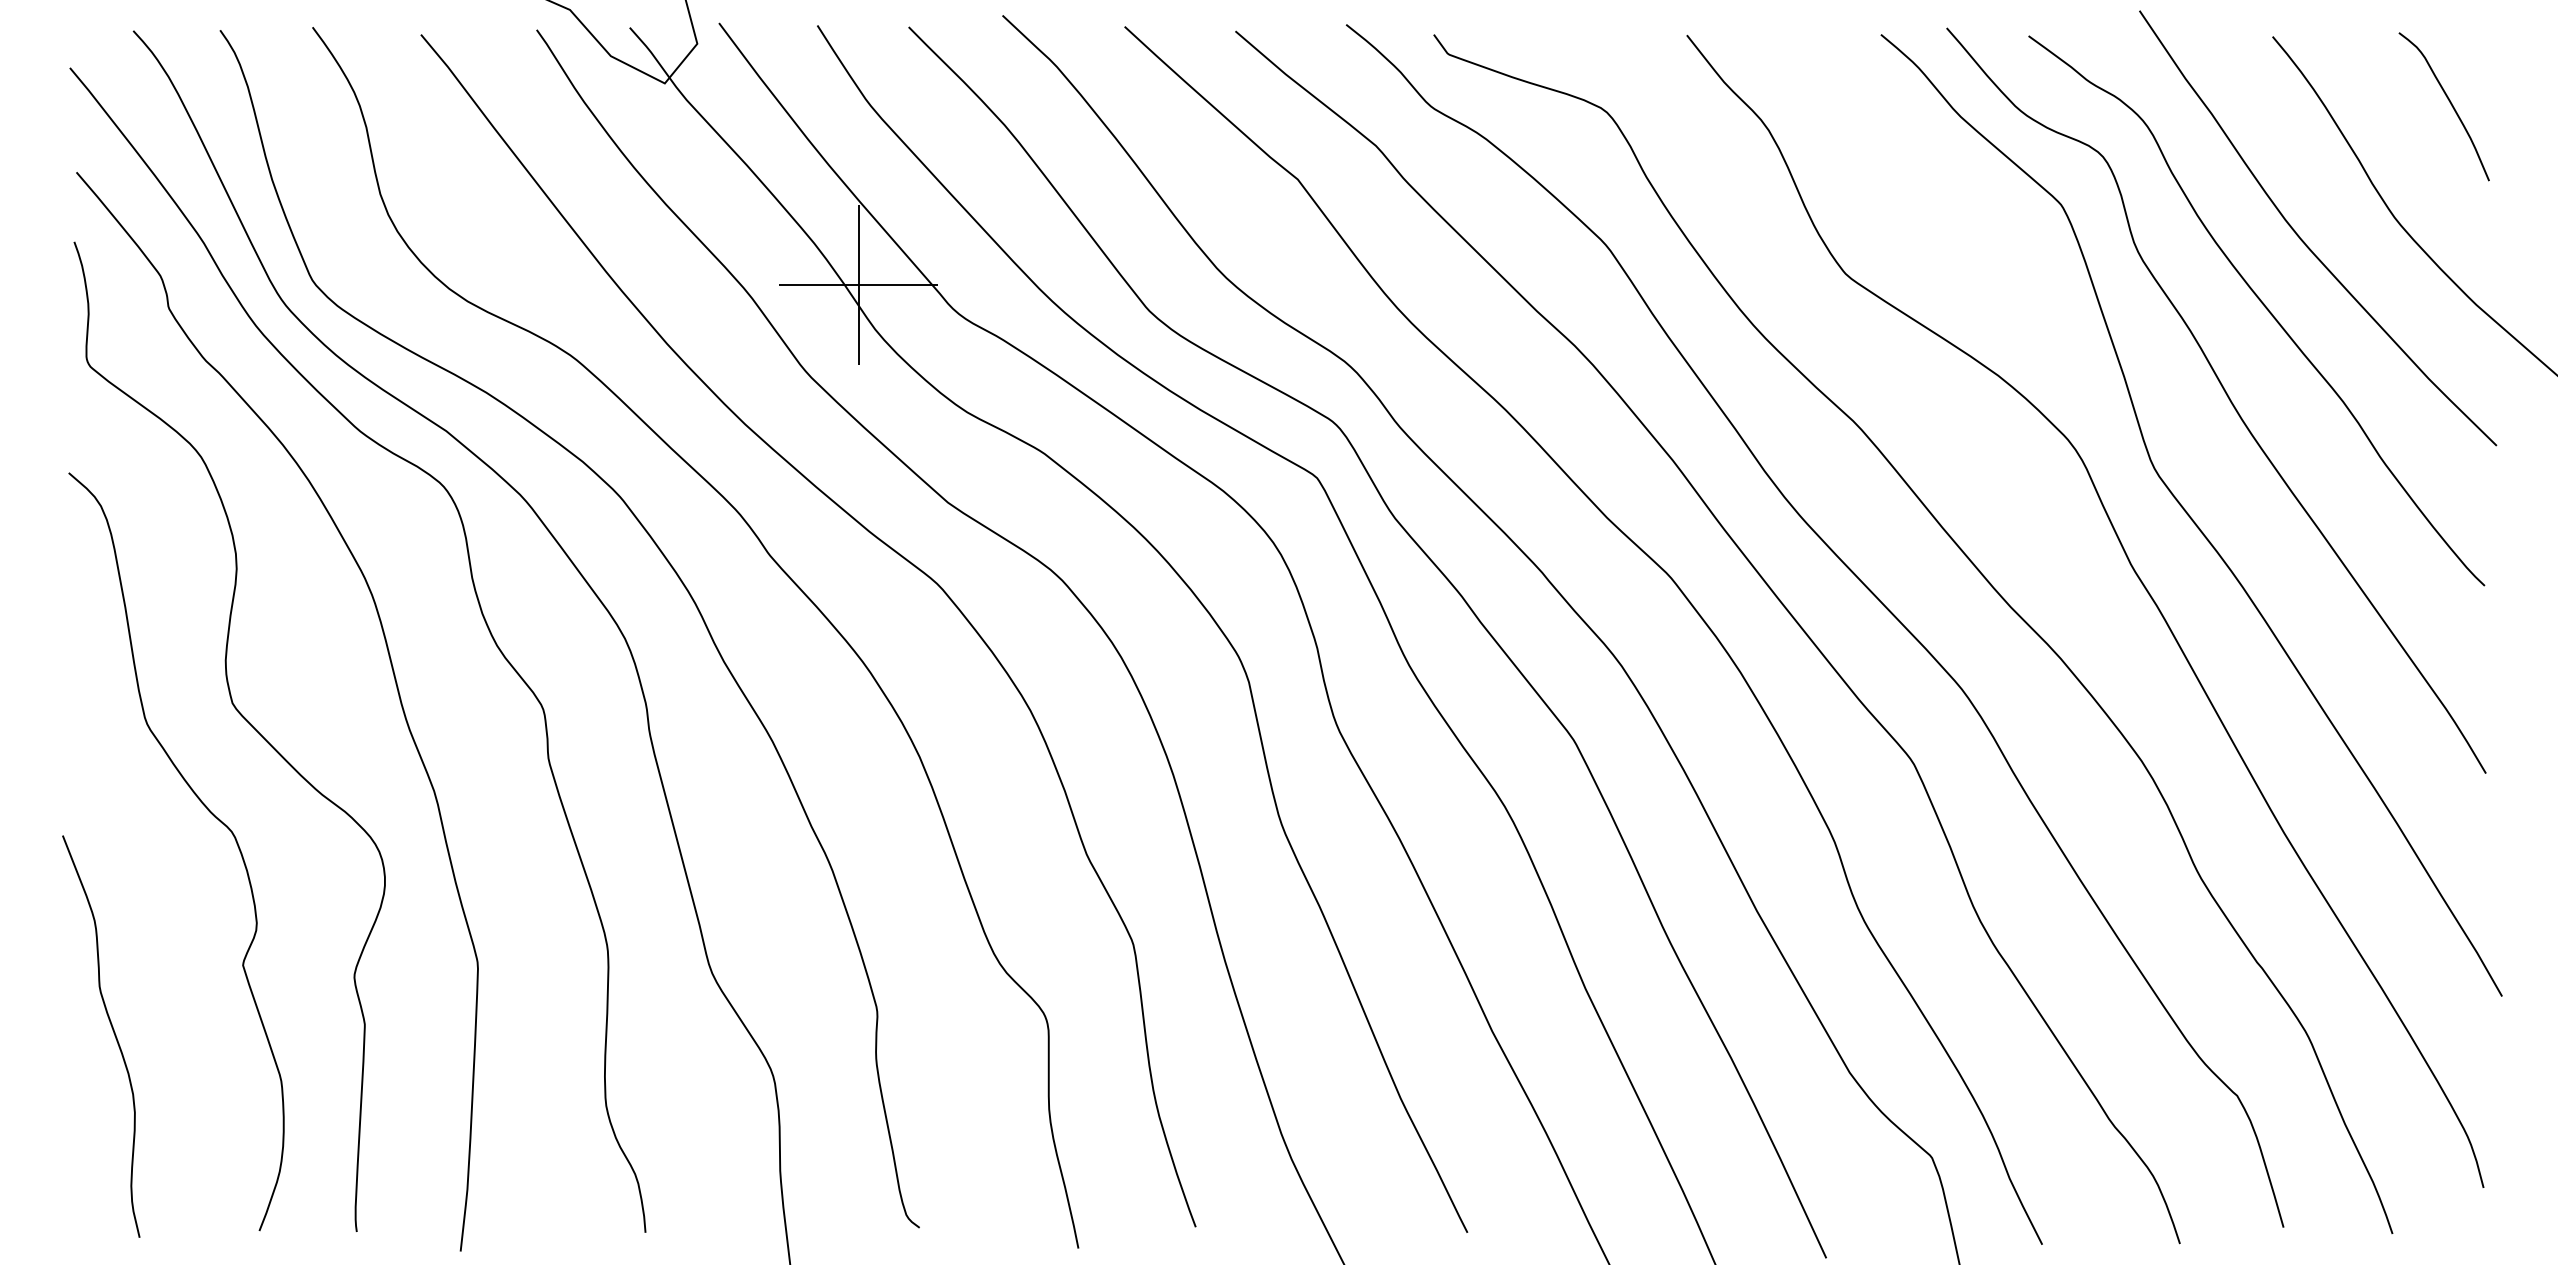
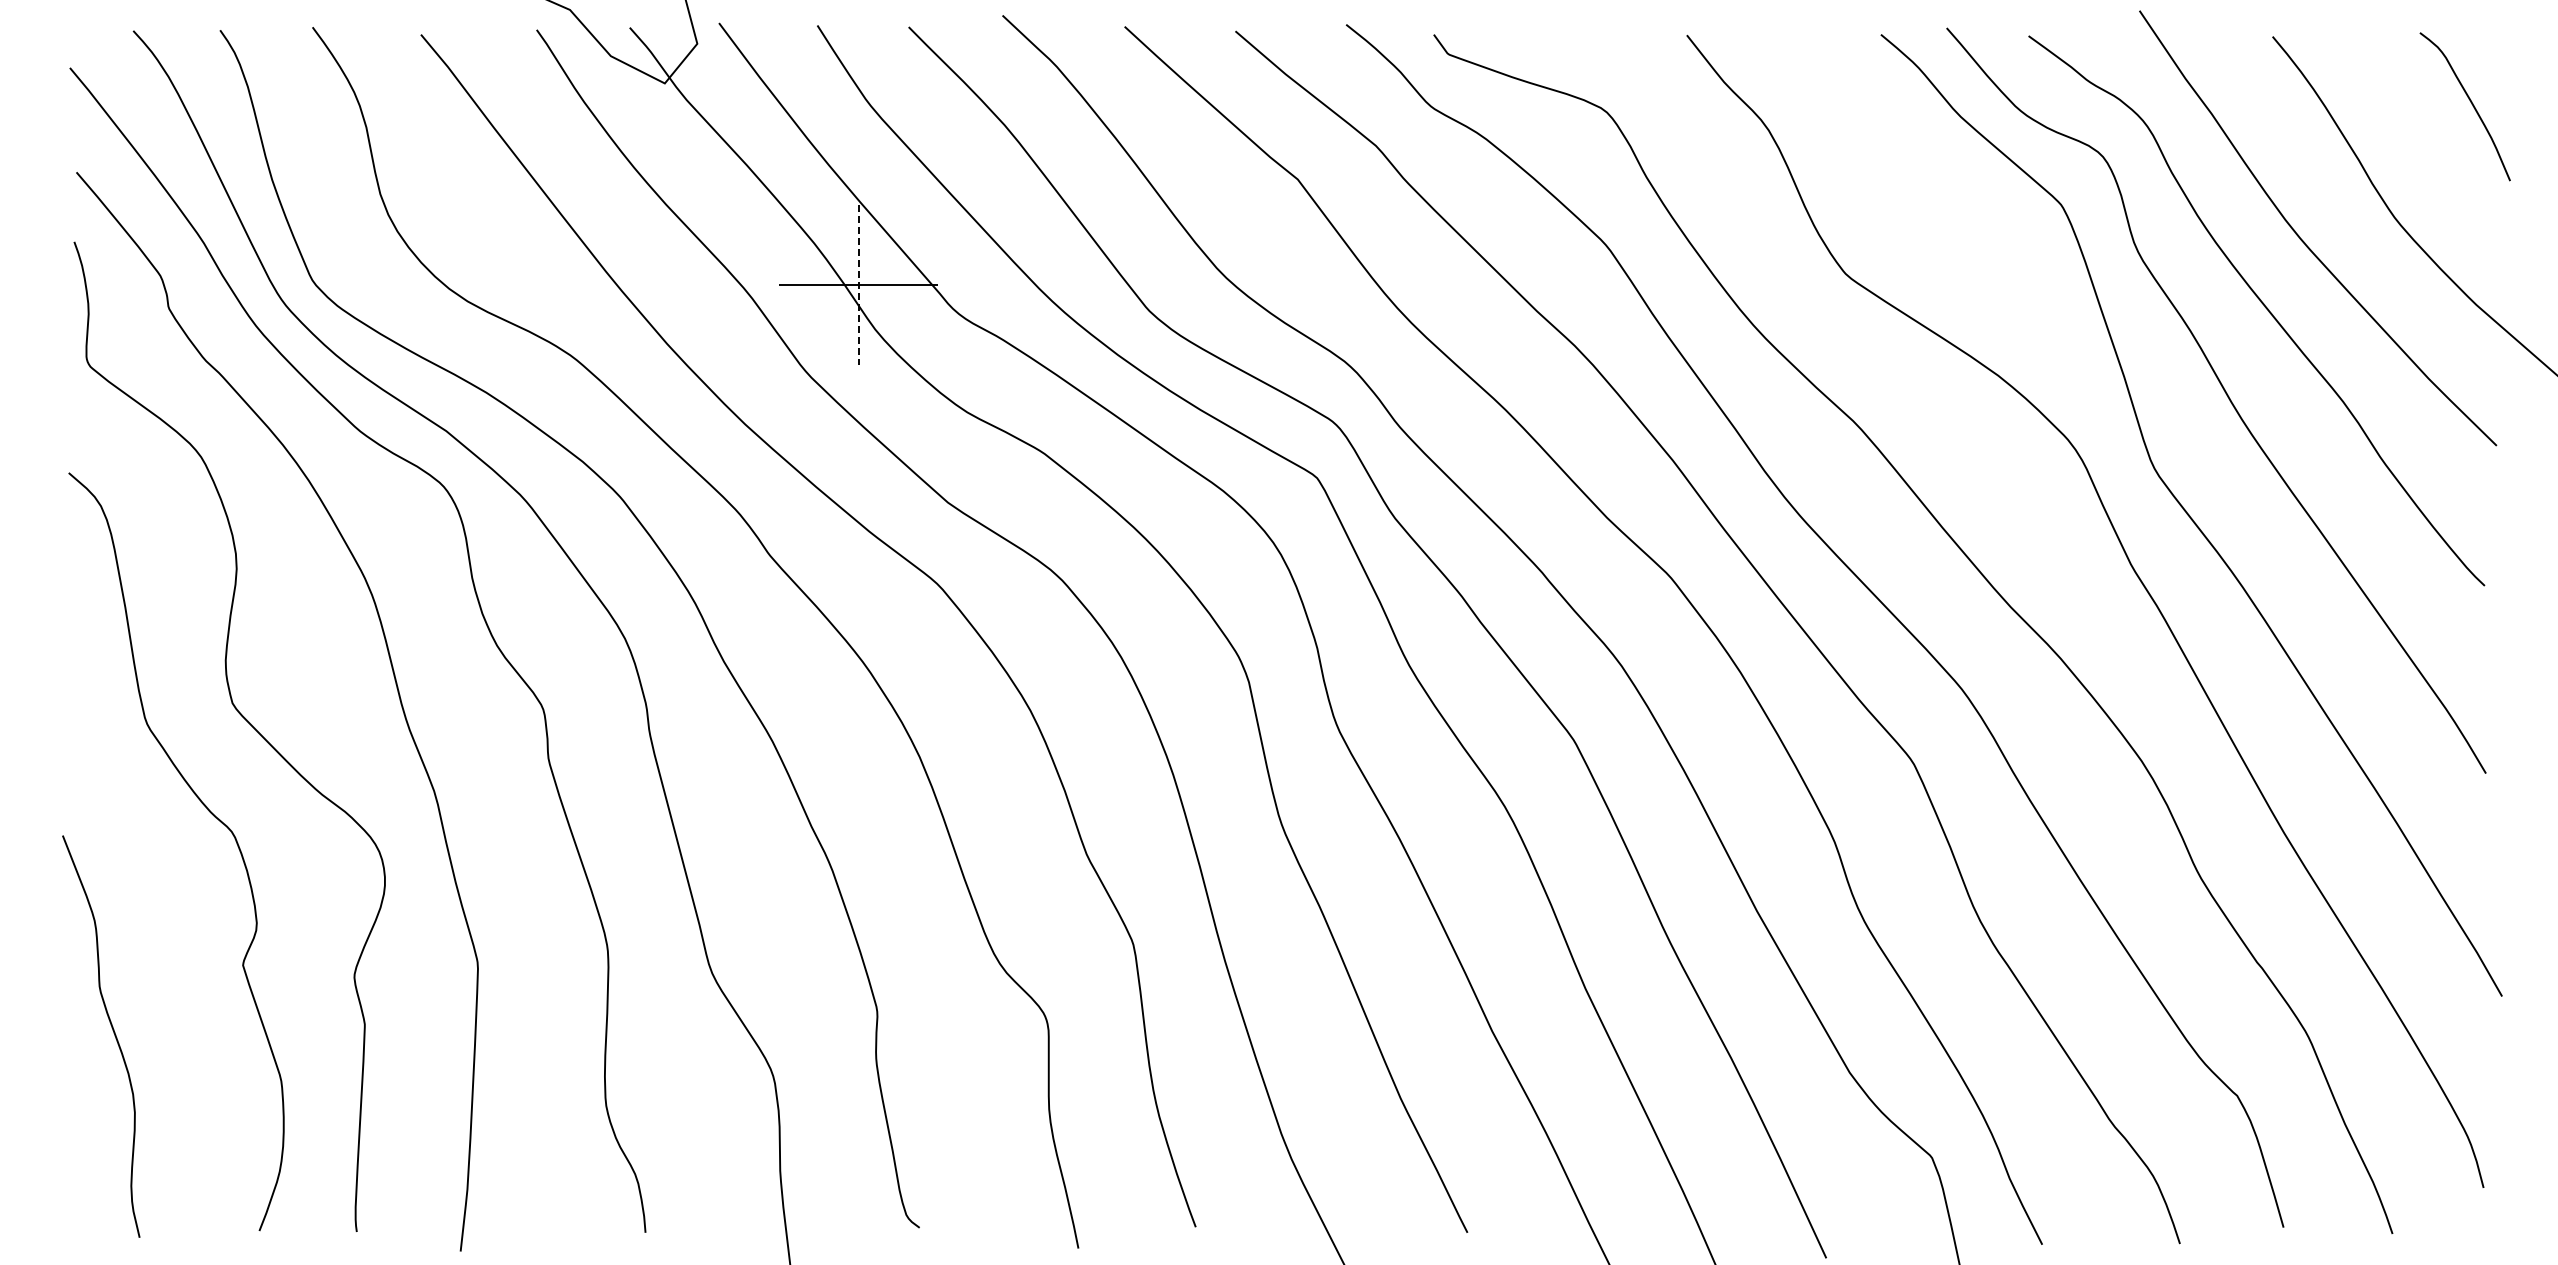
curve at (2449, 102) position: (2449, 102) -> (2470, 102)
line at (858, 284): solid -> dashed
